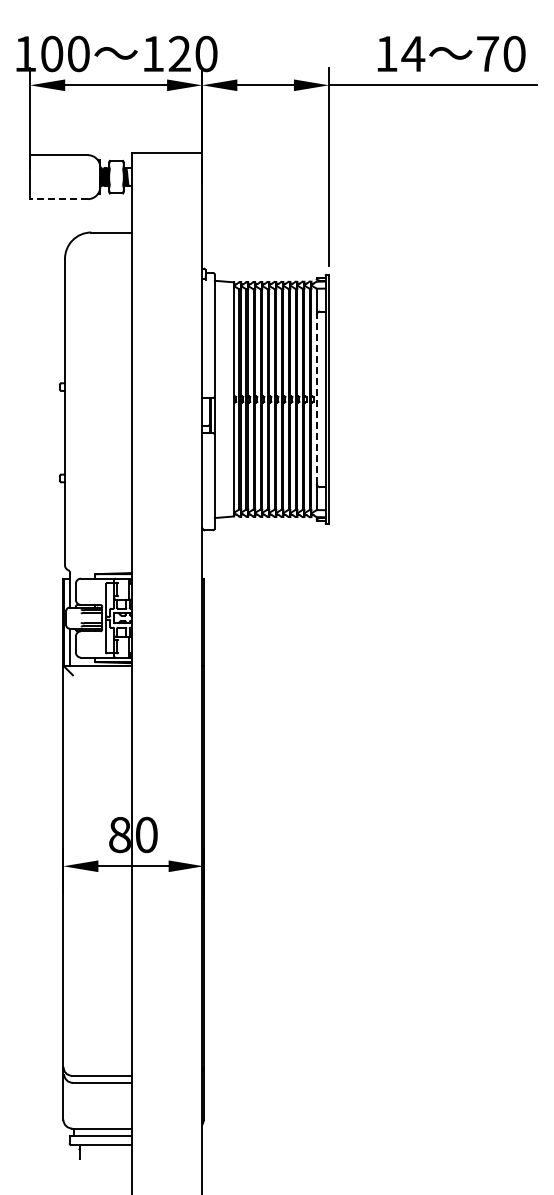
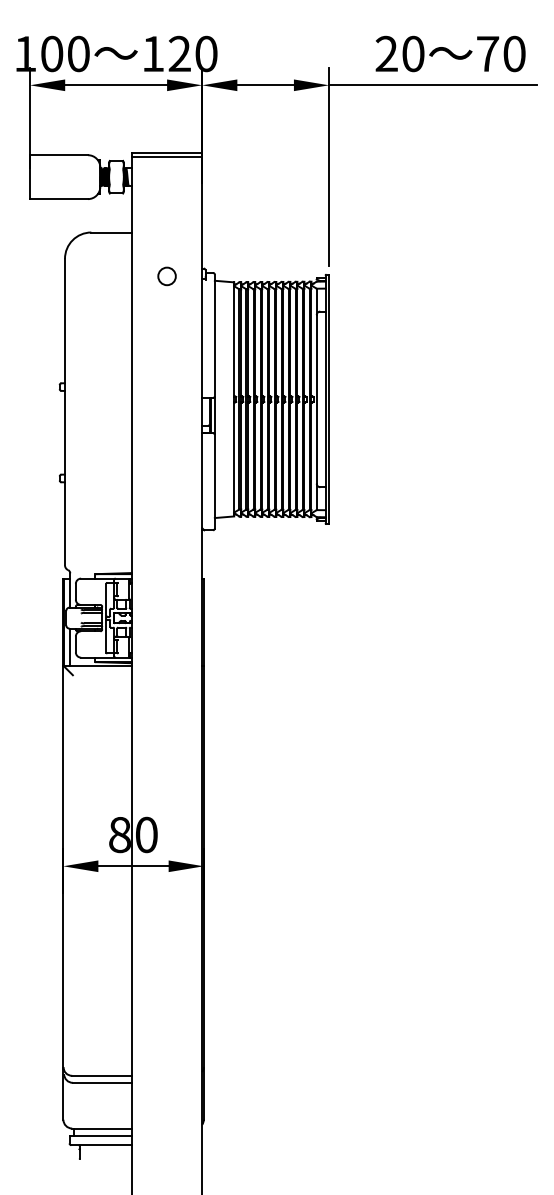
text at (400, 53): 14 -> 20
line at (166, 156): none -> present
line at (59, 199): dashed -> solid
circle at (166, 276): none -> present
line at (316, 398): dashed -> solid
